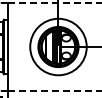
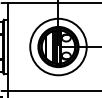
line at (55, 3): dashed -> solid
line at (55, 90): dashed -> solid
